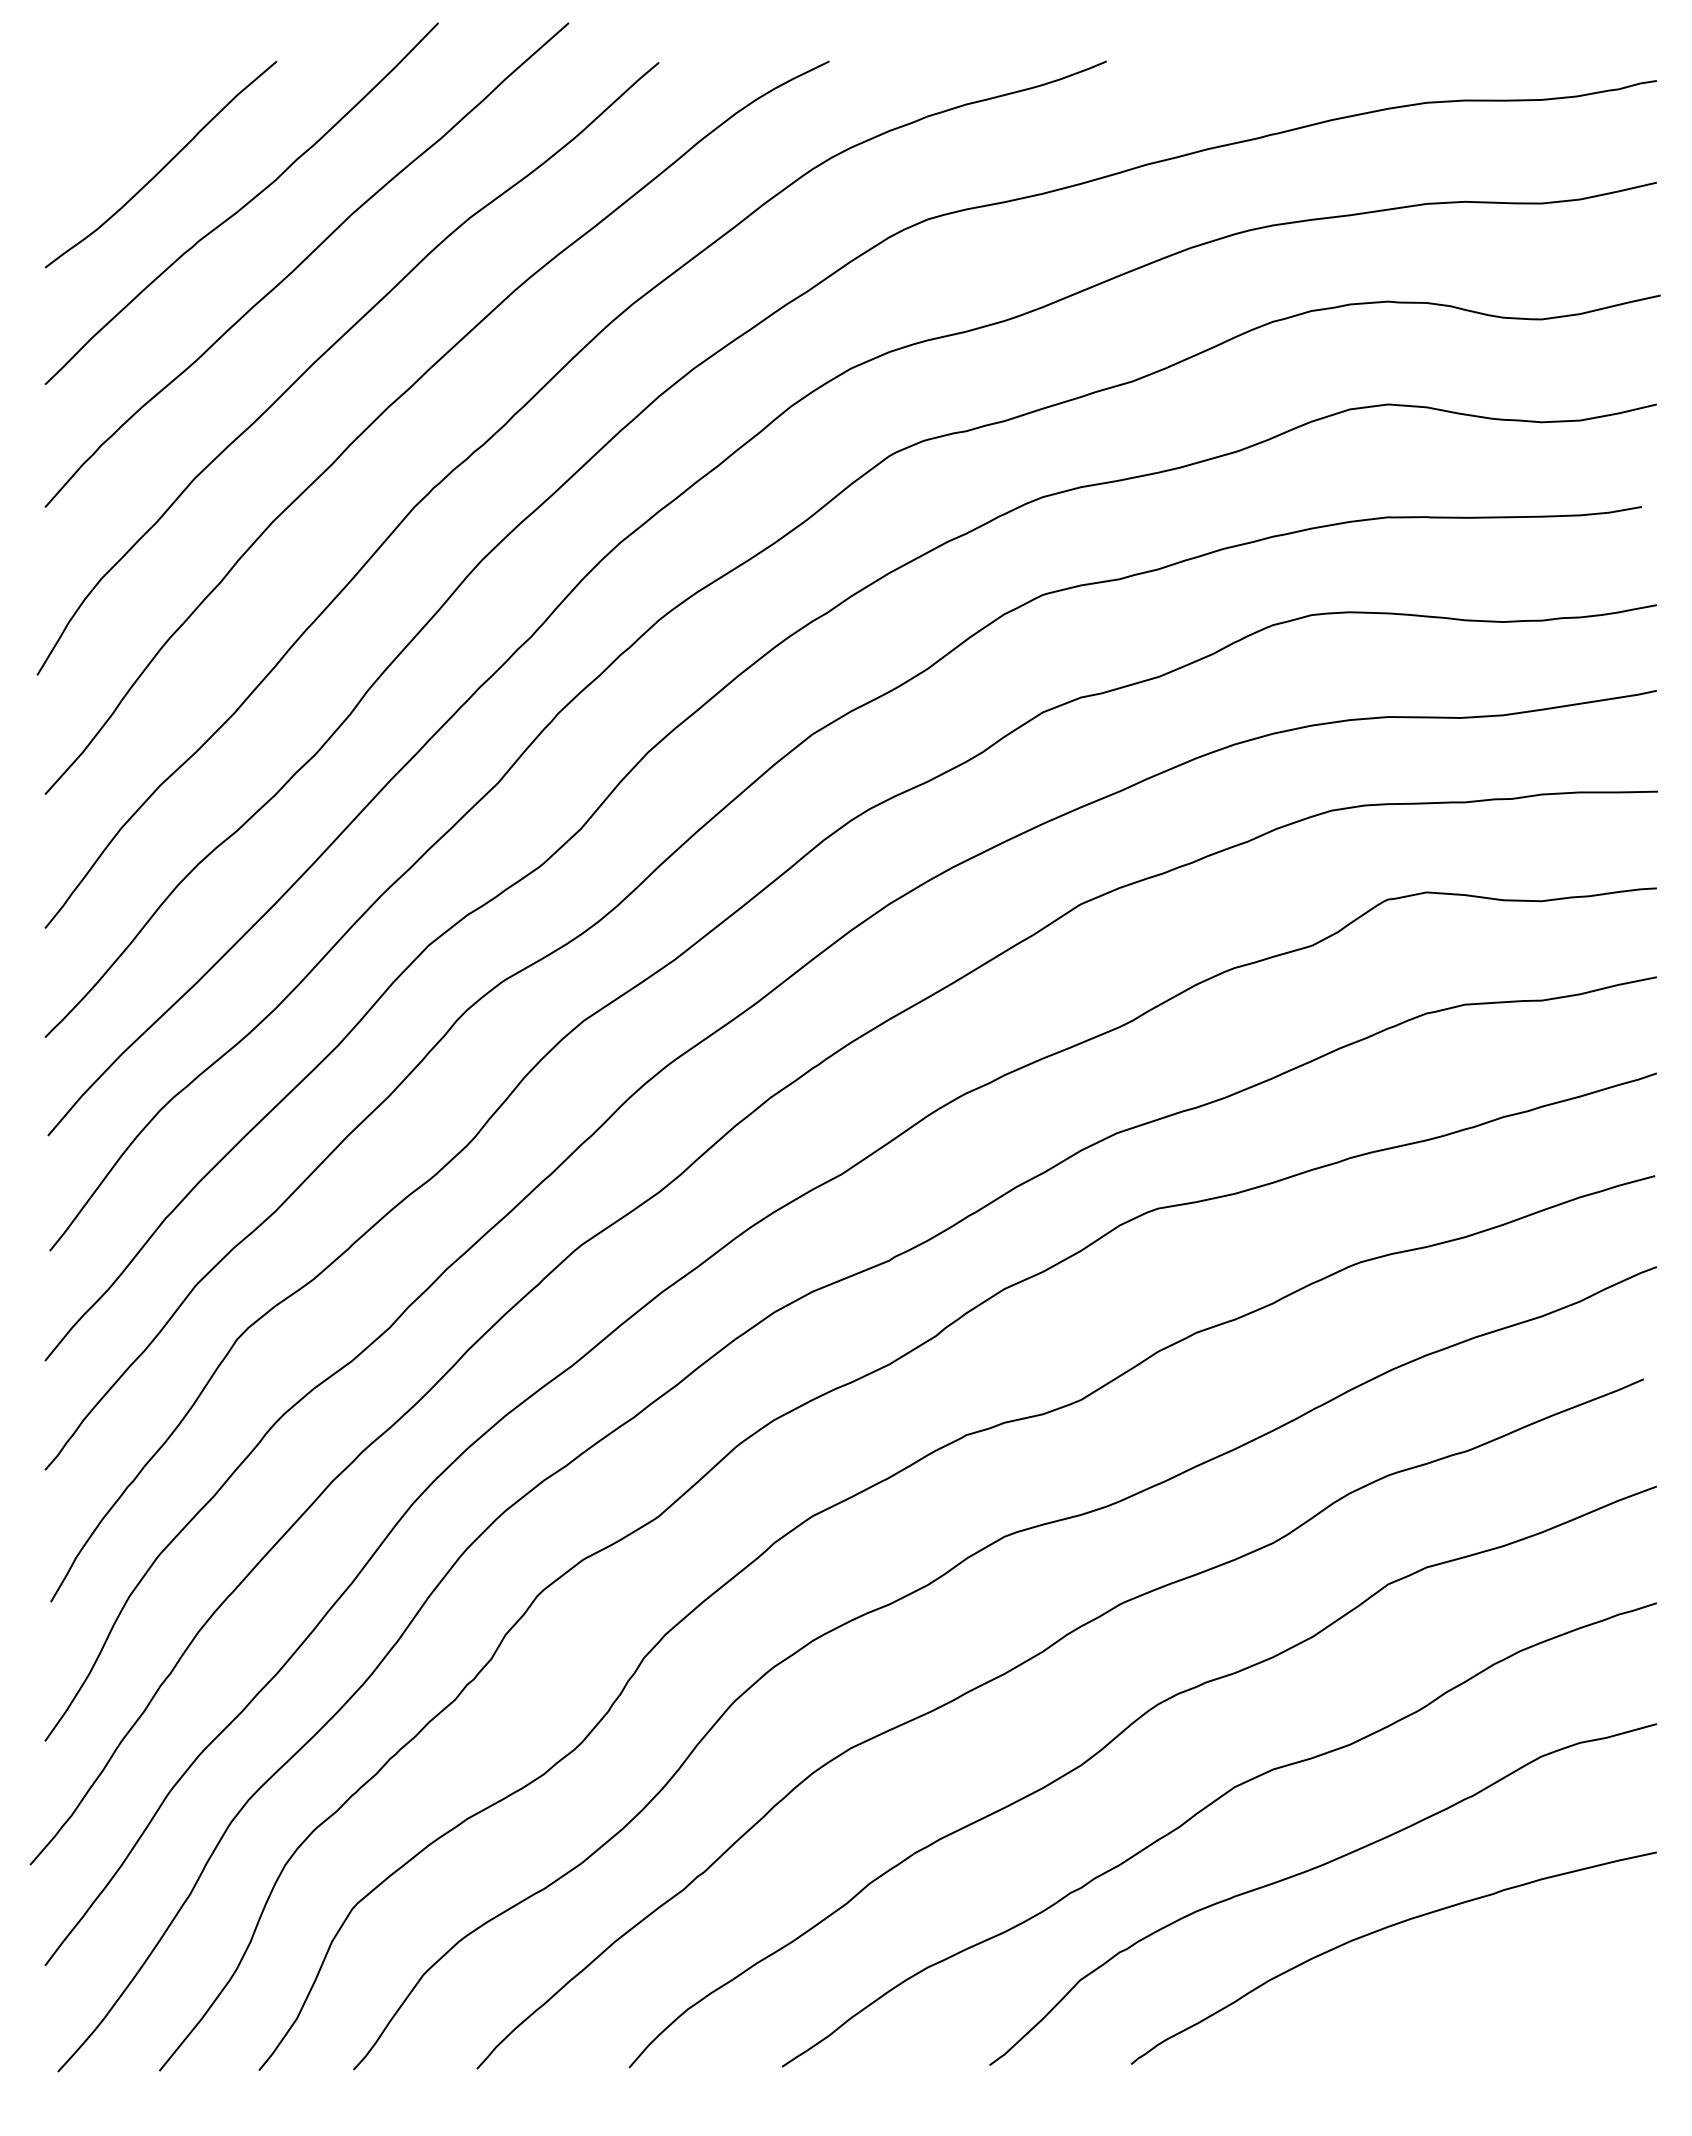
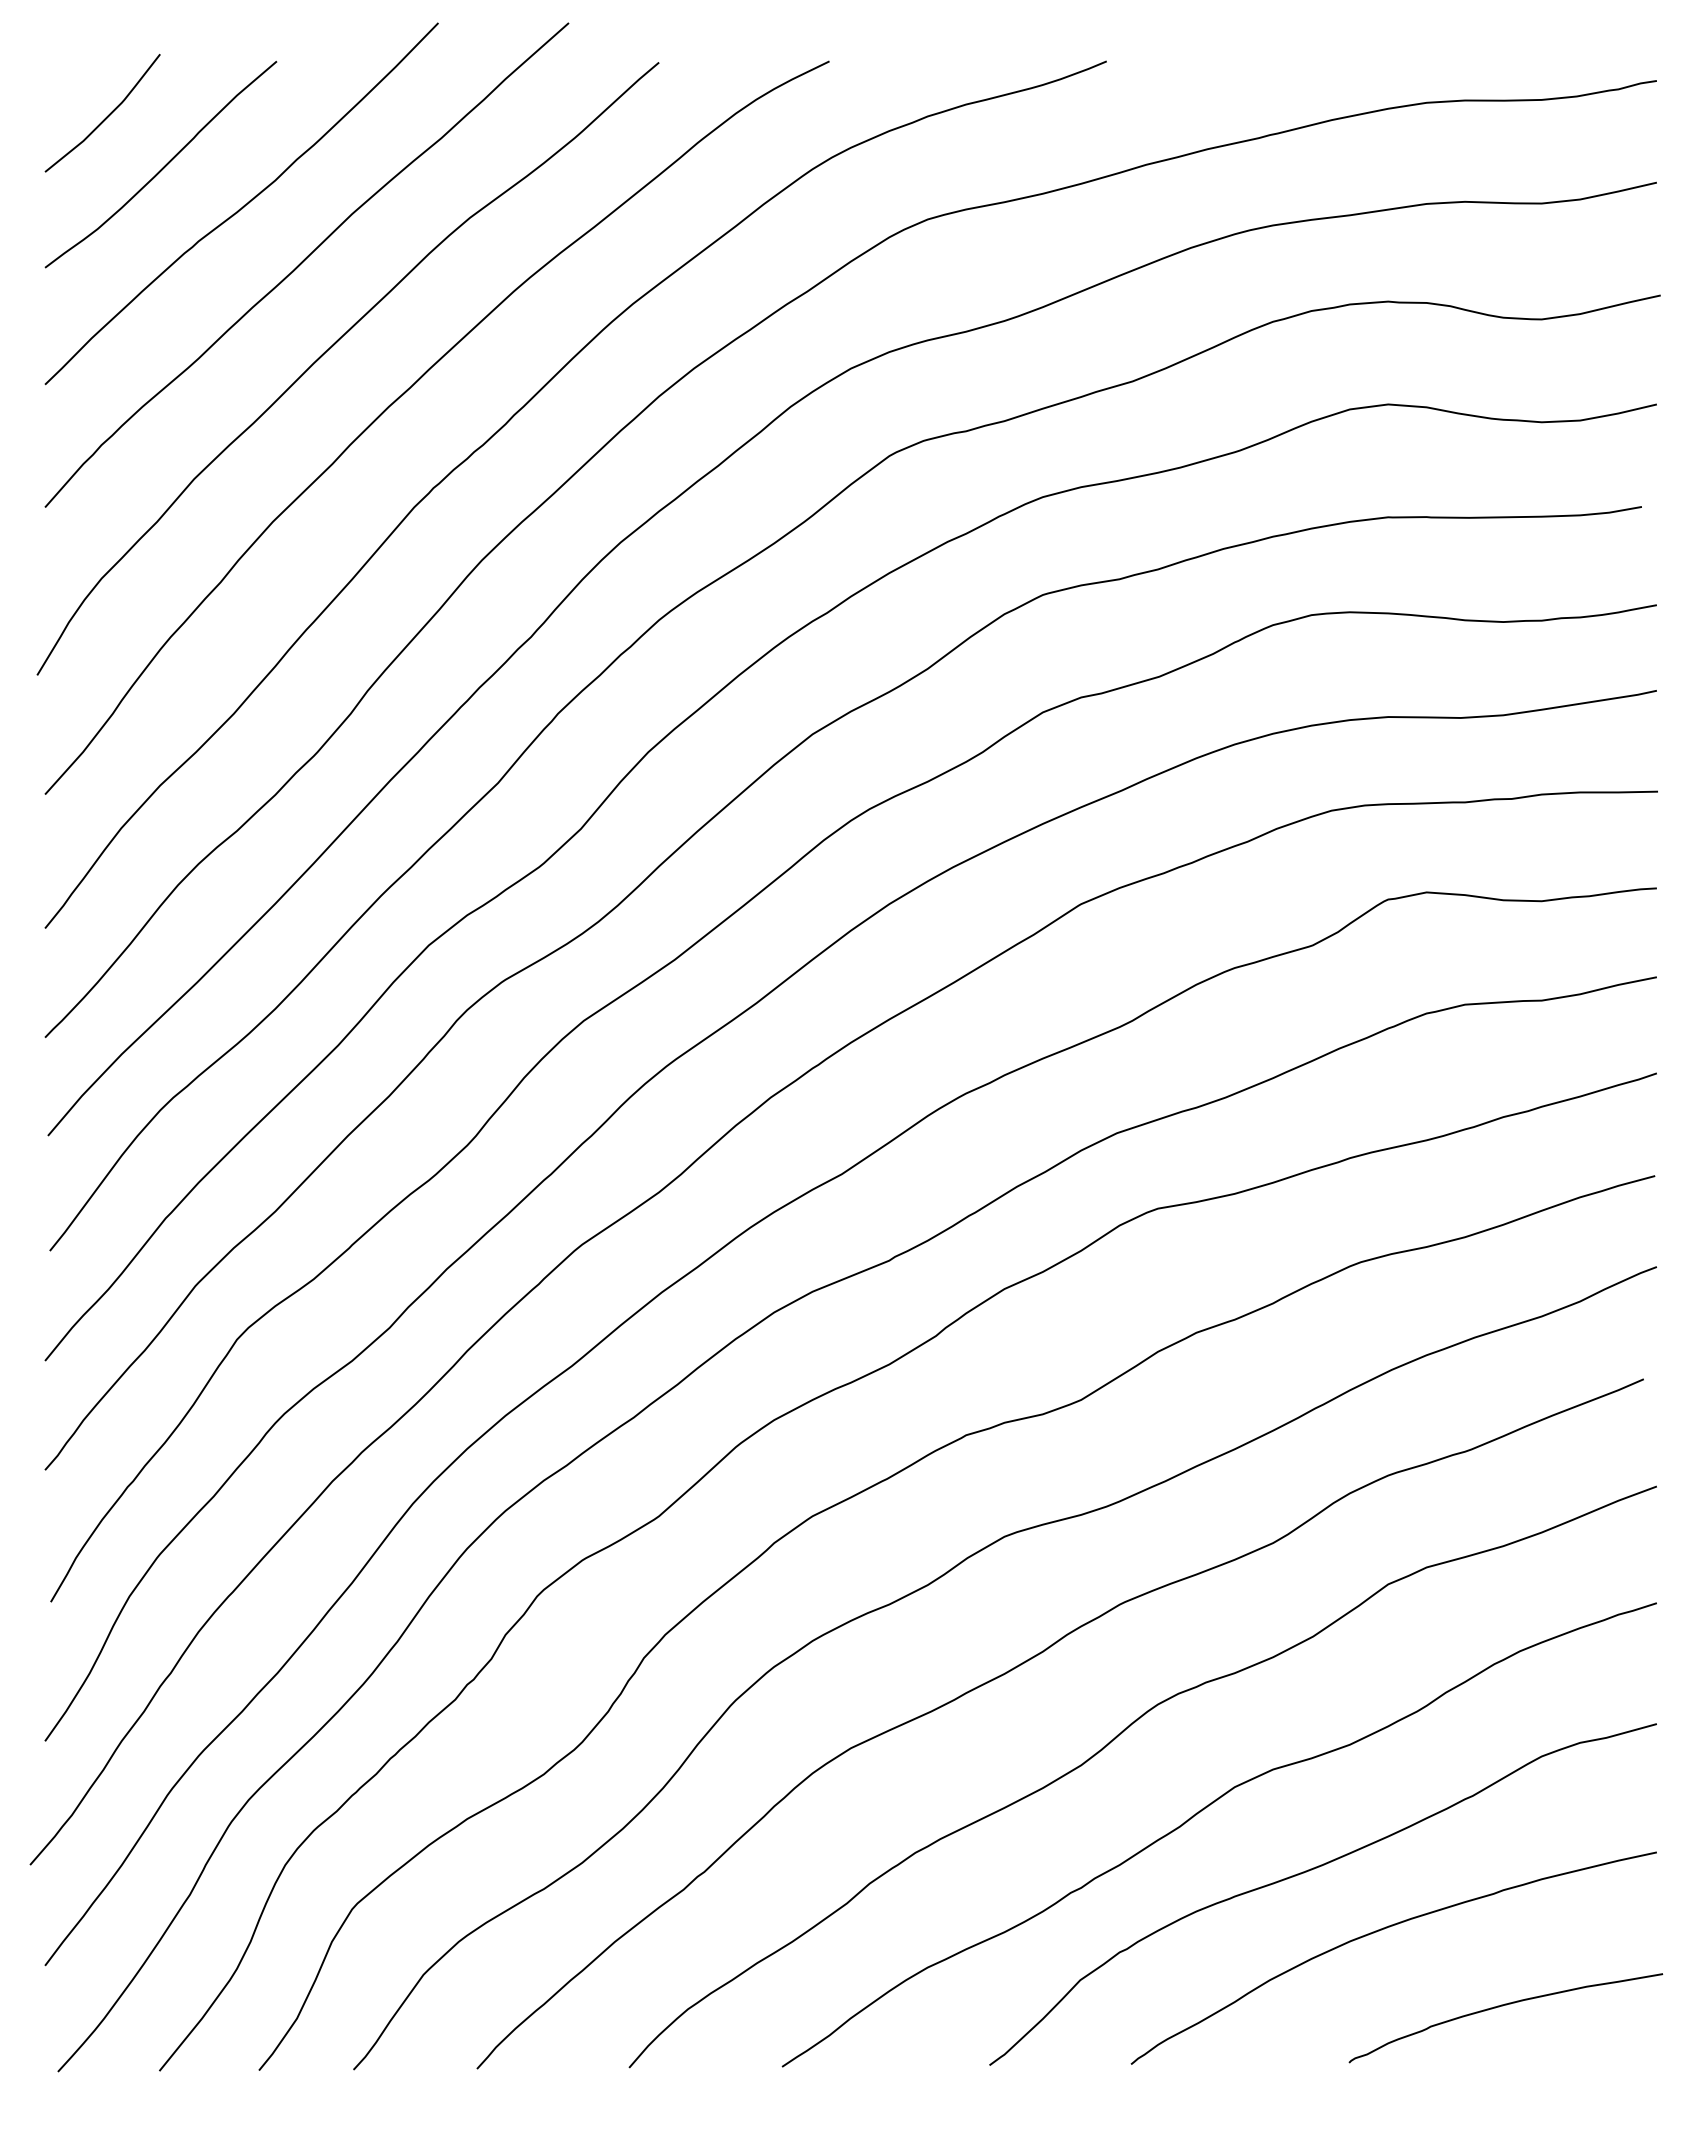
curve at (106, 116): none -> present
curve at (1502, 2006): none -> present
